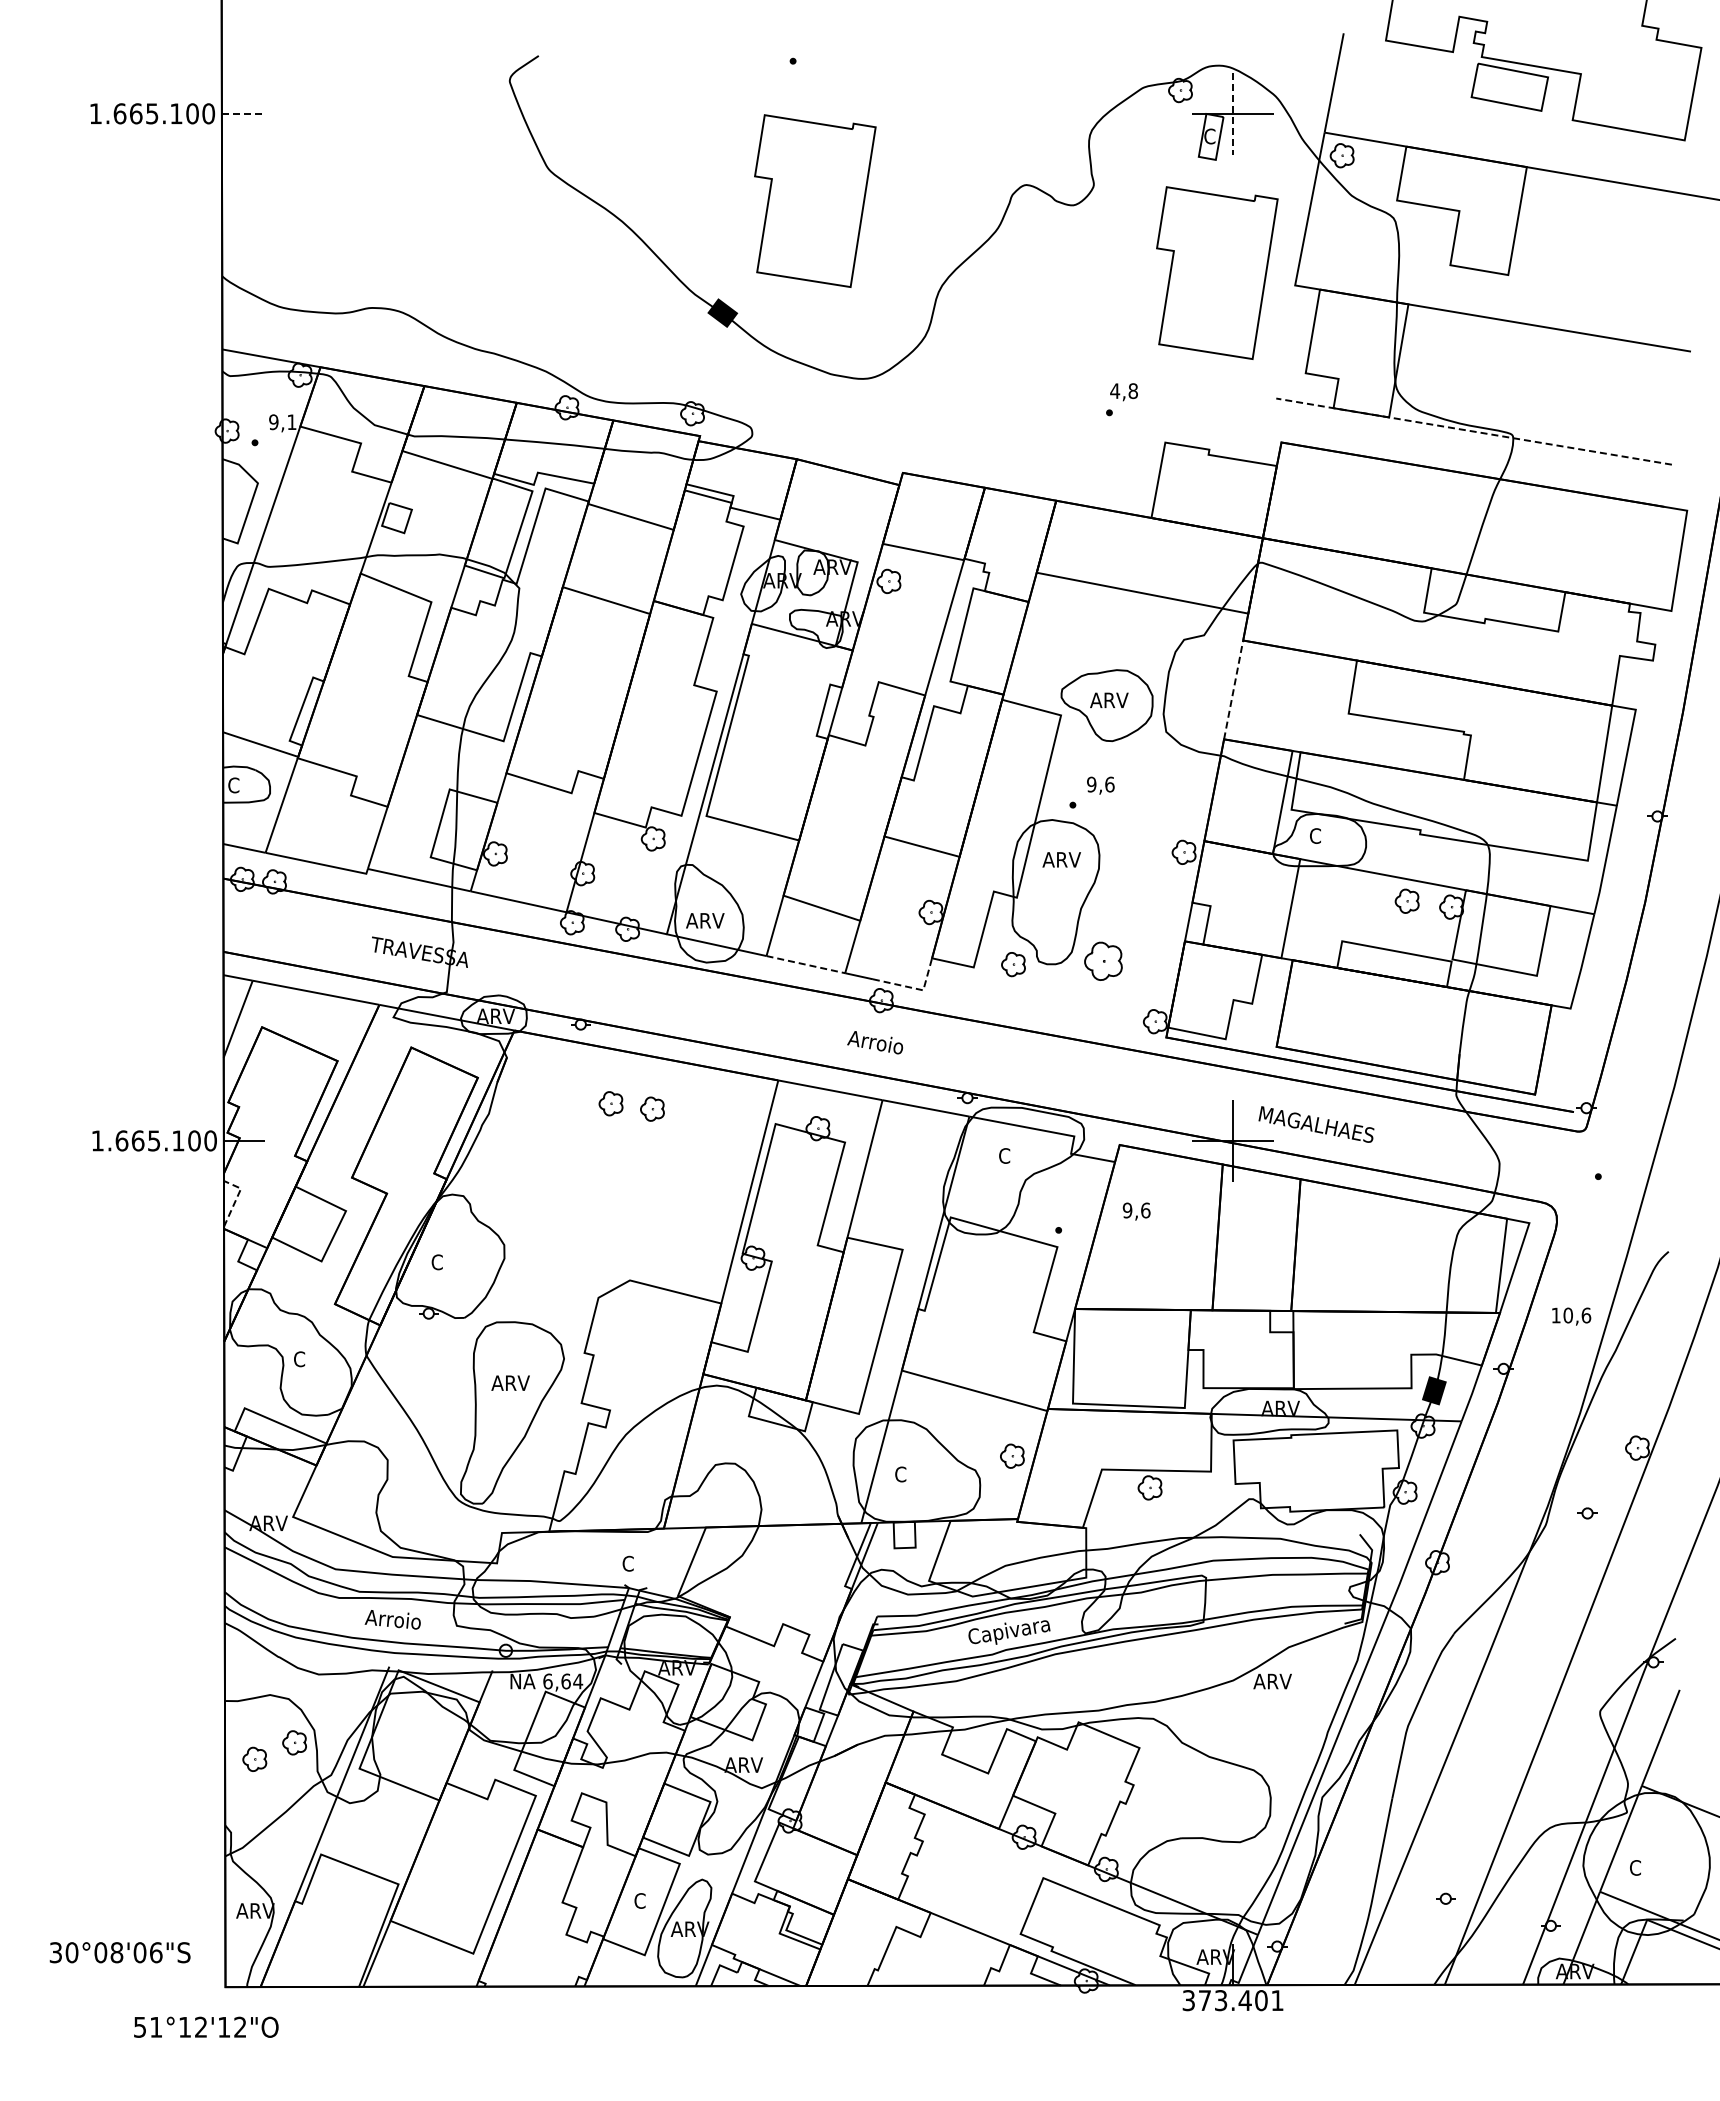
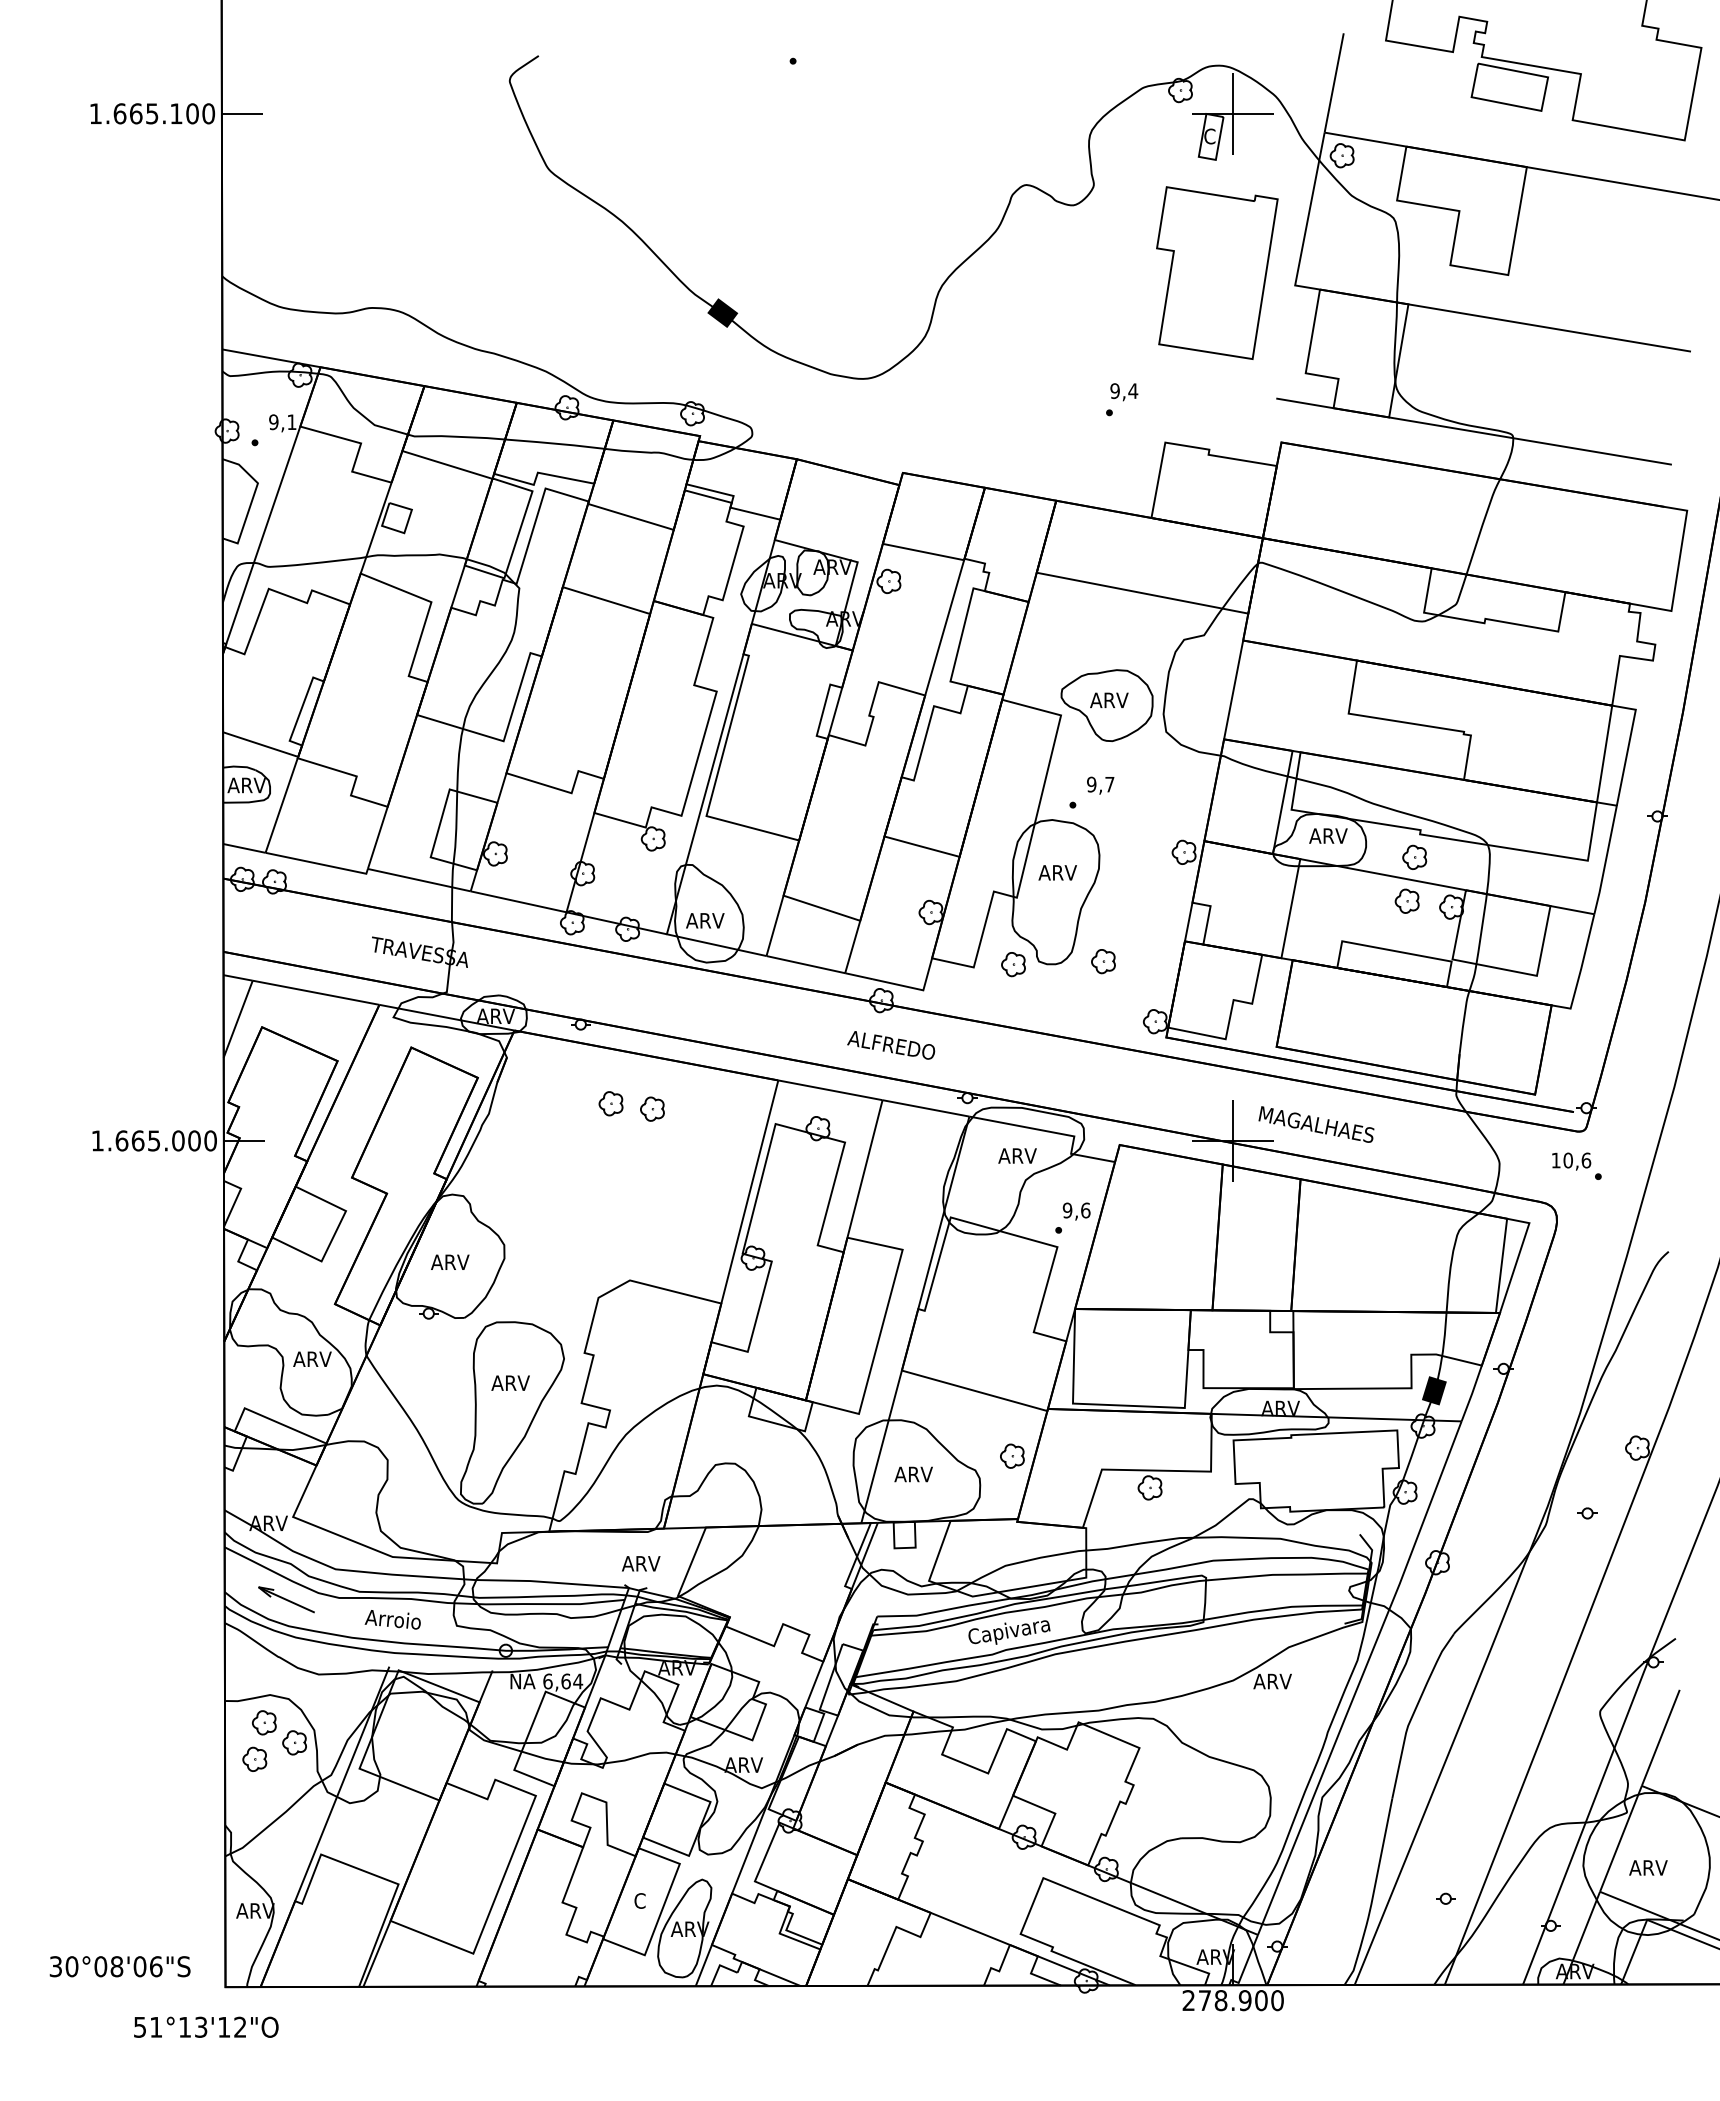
line at (242, 113): dashed -> solid
line at (1233, 114): dashed -> solid
part at (815, 200): present -> none
text at (1124, 391): 4,8 -> 9,4
line at (1471, 431): dashed -> solid
line at (1233, 689): dashed -> solid
text at (1109, 784): 9,6 -> 9,7
text at (246, 785): C -> ARV
text at (1328, 835): C -> ARV
part at (1414, 856): none -> present
text at (1061, 859) position: (1061, 859) -> (1057, 872)
part at (1103, 960) size: 39x40 px -> 25x26 px
line at (806, 964): dashed -> solid
line at (915, 988): dashed -> solid
text at (898, 1045): Arroio -> ALFREDO
text at (178, 1140): 1.665.100 -> 1.665.000
text at (1017, 1155): C -> ARV
line at (236, 1198): dashed -> solid
text at (1136, 1211) position: (1136, 1211) -> (1076, 1211)
text at (450, 1262): C -> ARV
text at (1571, 1316) position: (1571, 1316) -> (1571, 1161)
text at (312, 1359): C -> ARV
text at (913, 1474): C -> ARV
text at (640, 1563): C -> ARV
part at (286, 1599): none -> present
part at (264, 1722): none -> present
text at (1648, 1867): C -> ARV
text at (119, 1952) position: (119, 1952) -> (119, 1966)
text at (1232, 2000): 373.401 -> 278.900
text at (201, 2027): 51°12'12"O -> 51°13'12"O
